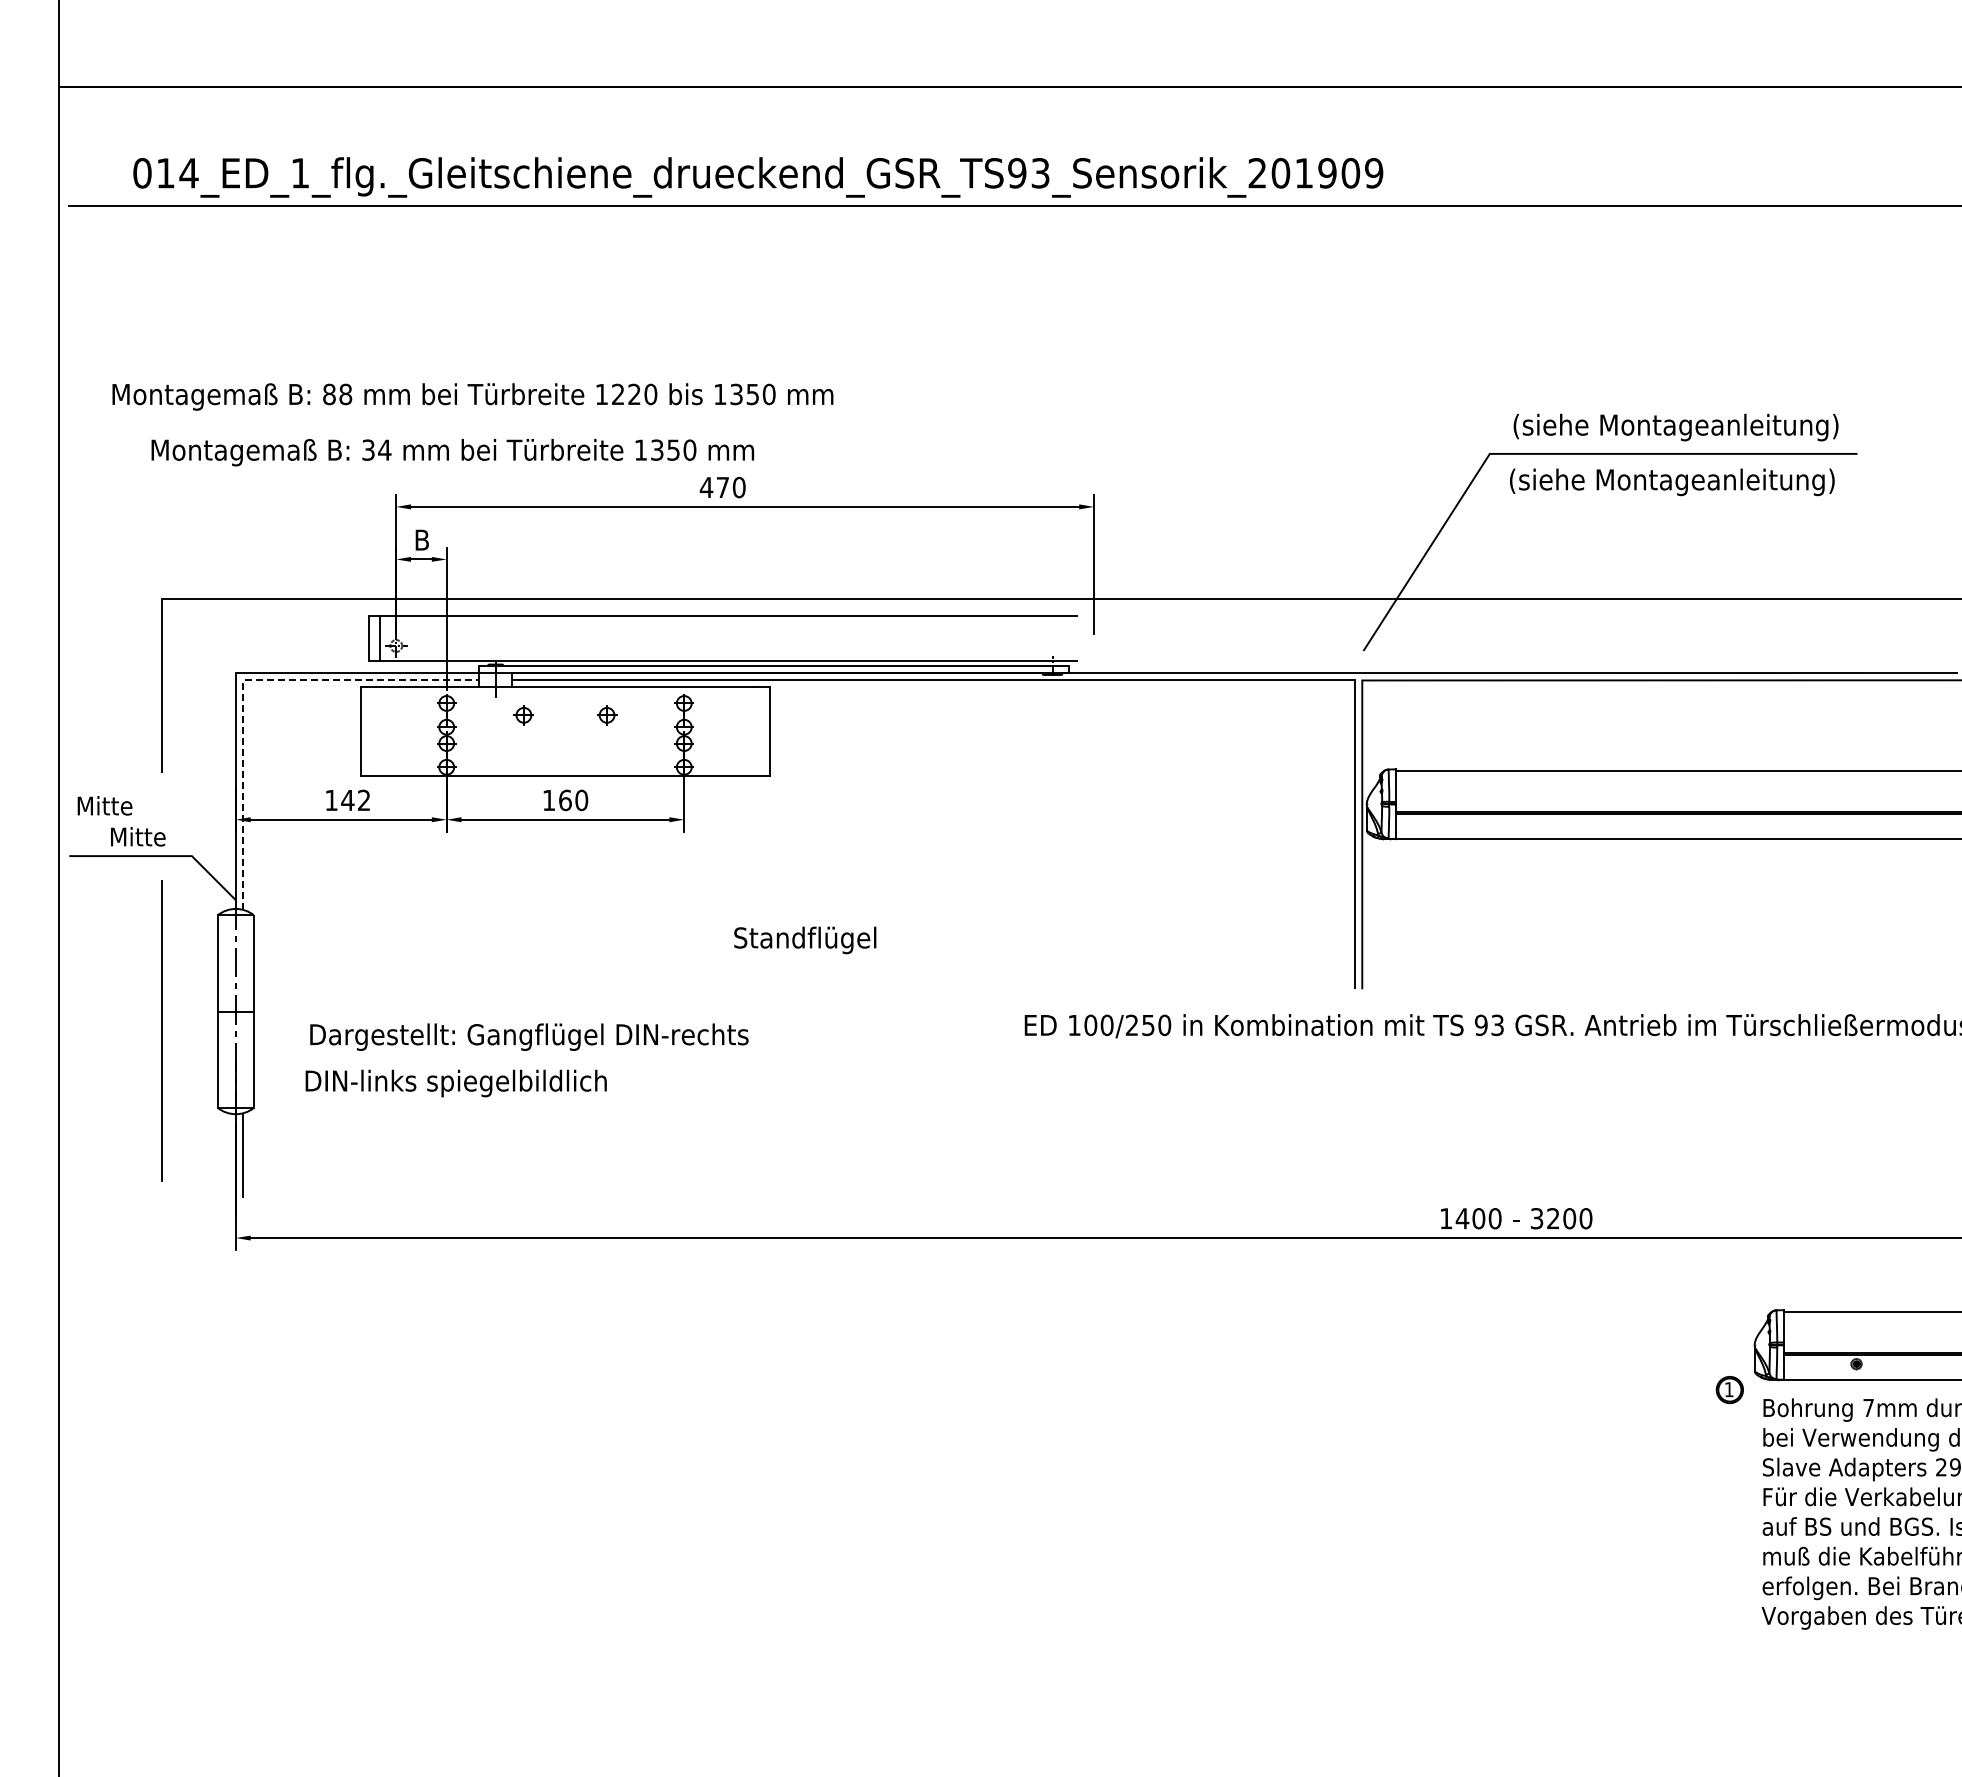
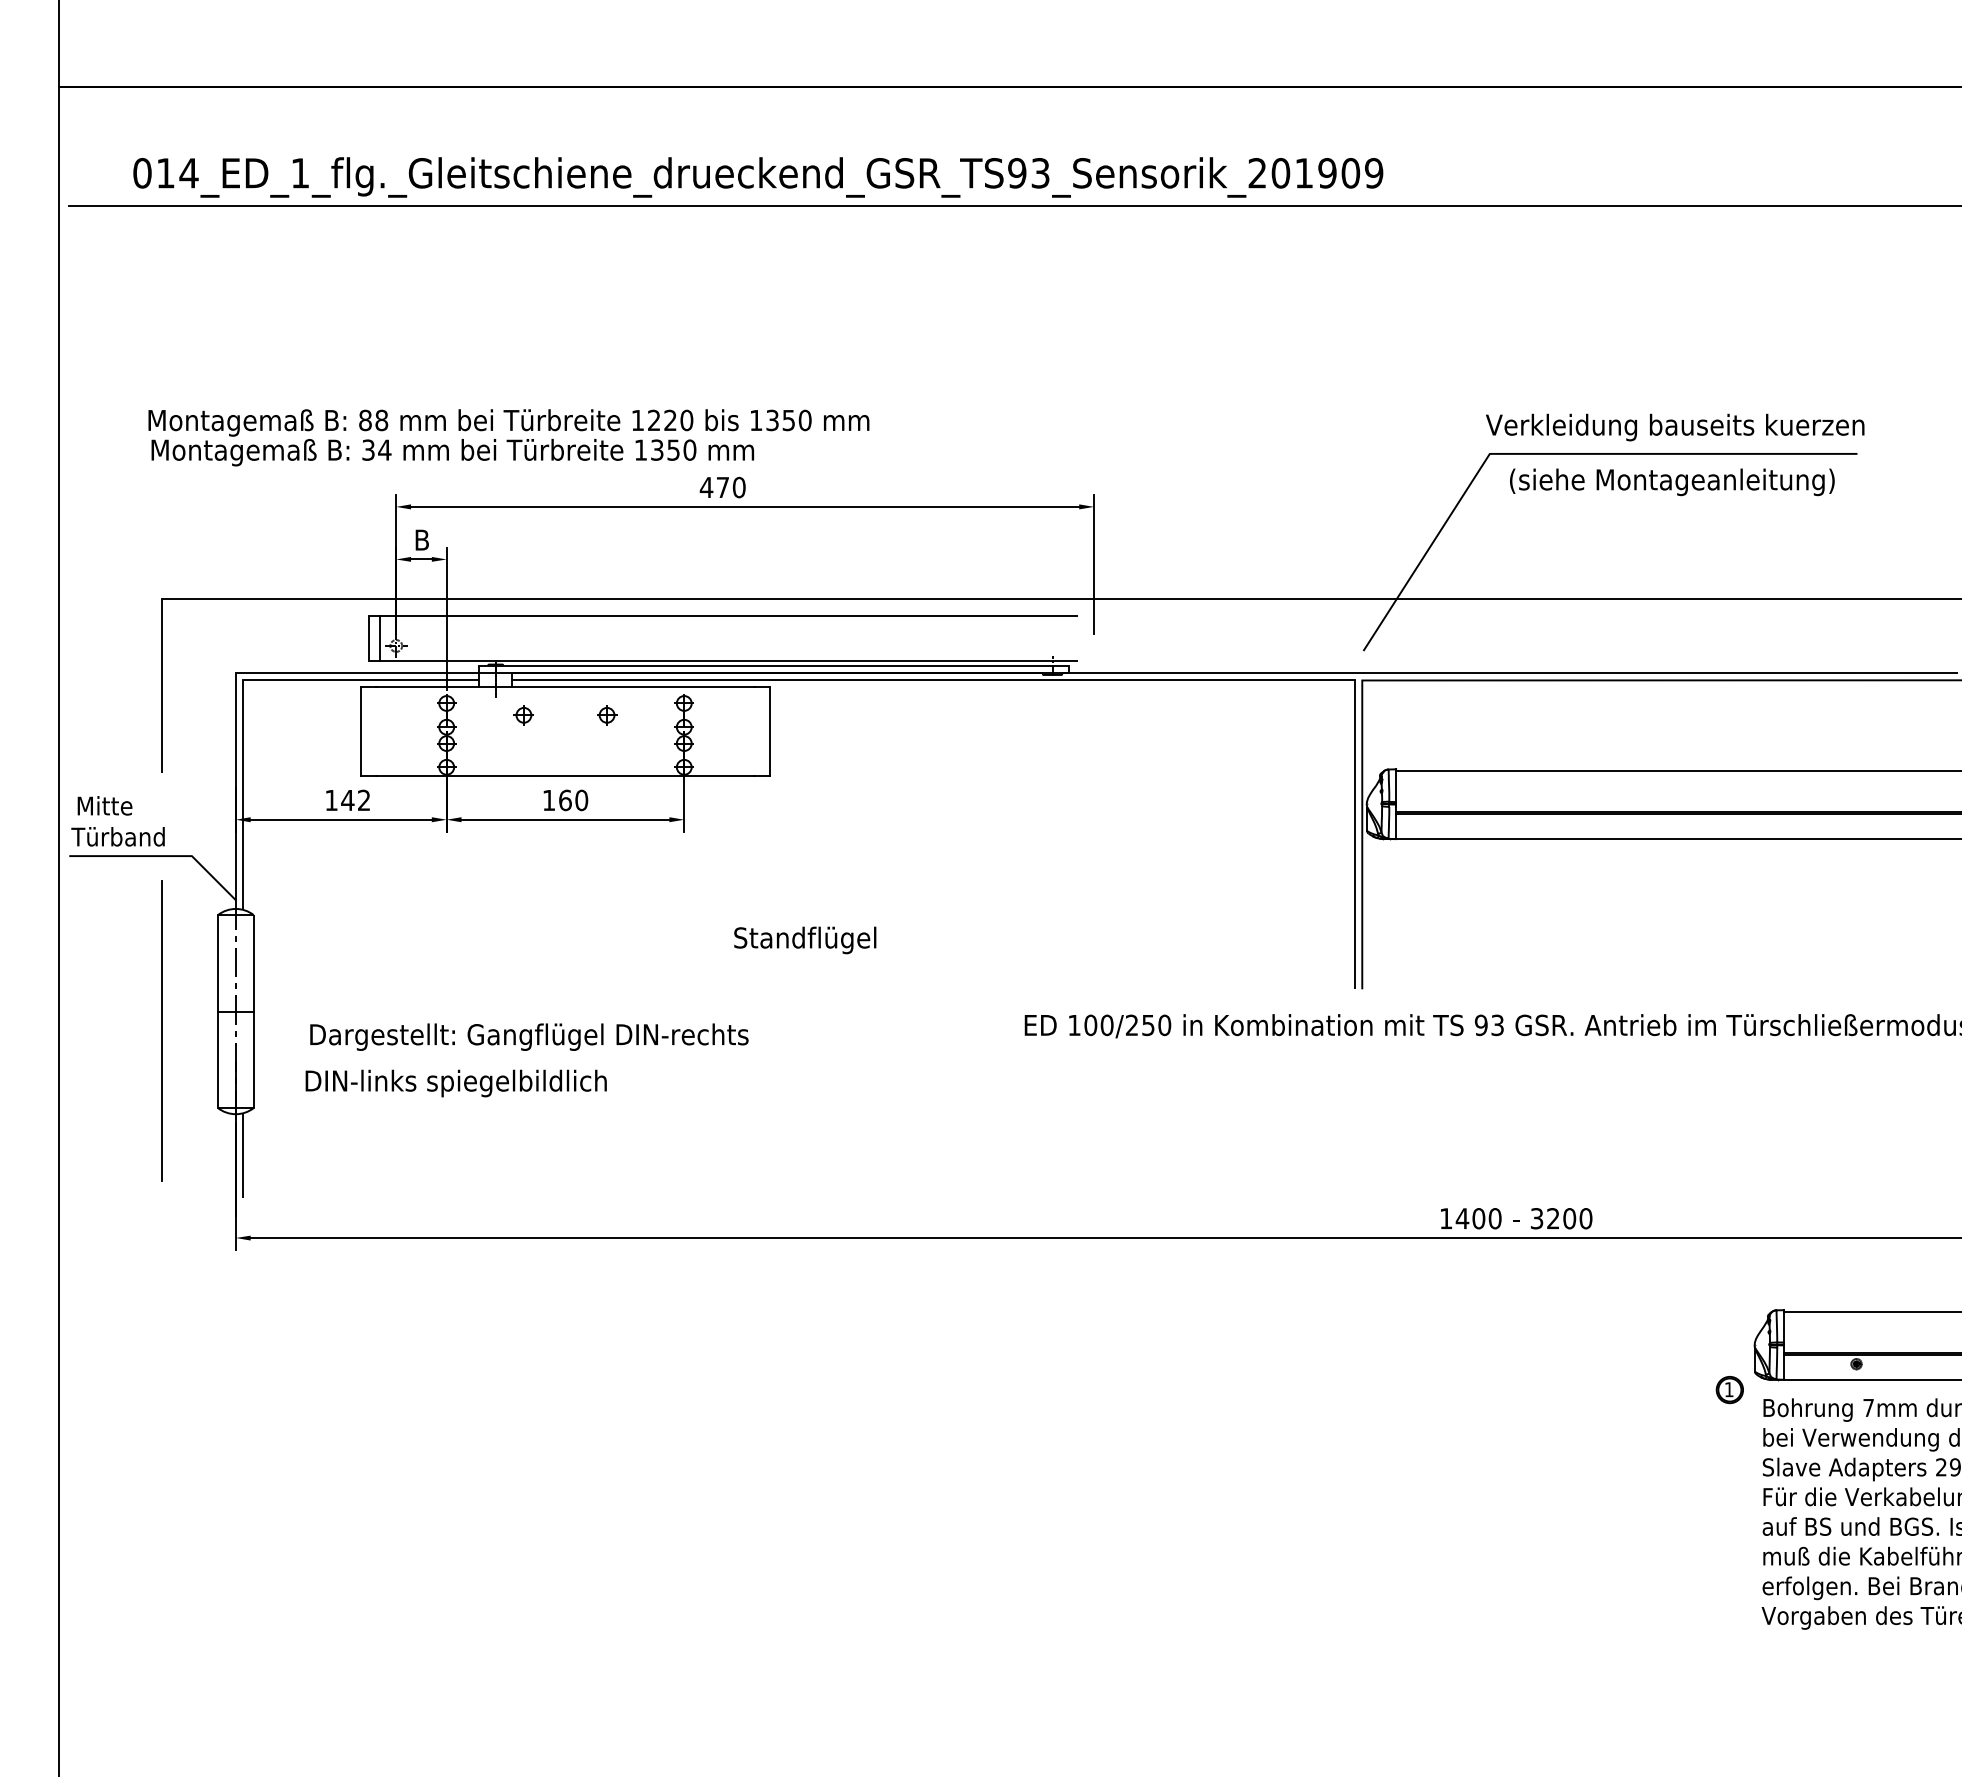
text at (472, 396) position: (472, 396) -> (508, 422)
text at (1675, 427): (siehe Montageanleitung) -> Verkleidung bauseits kuerzen
line at (246, 680): dashed -> solid
text at (118, 836): Mitte -> Türband
